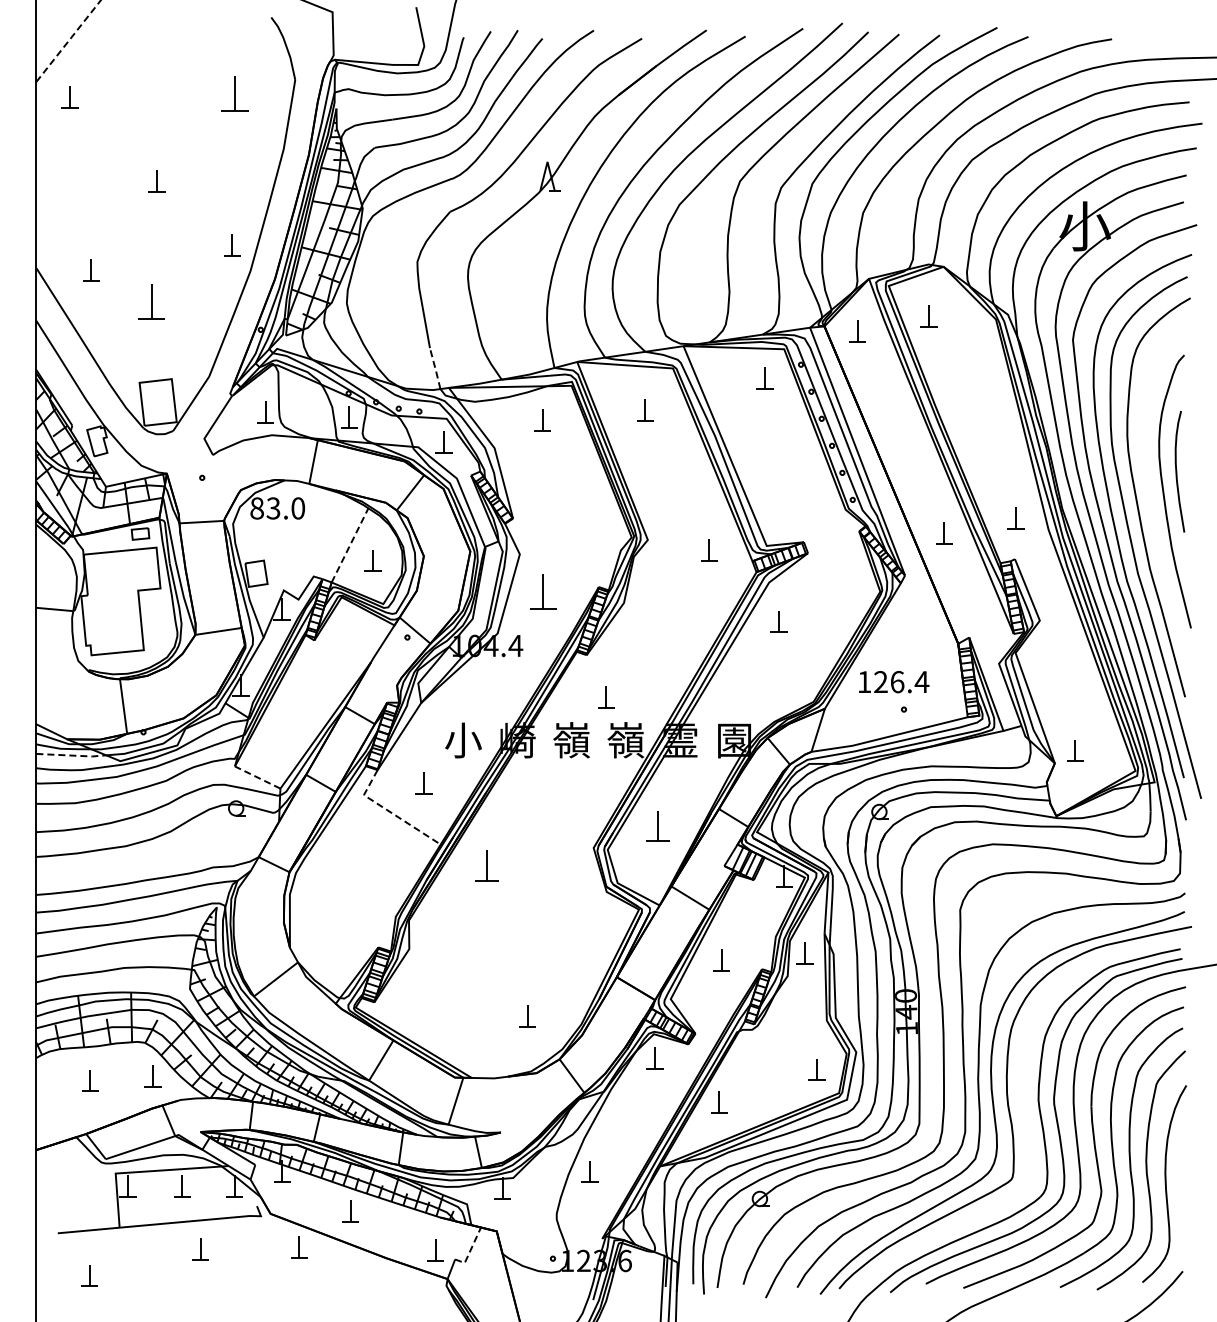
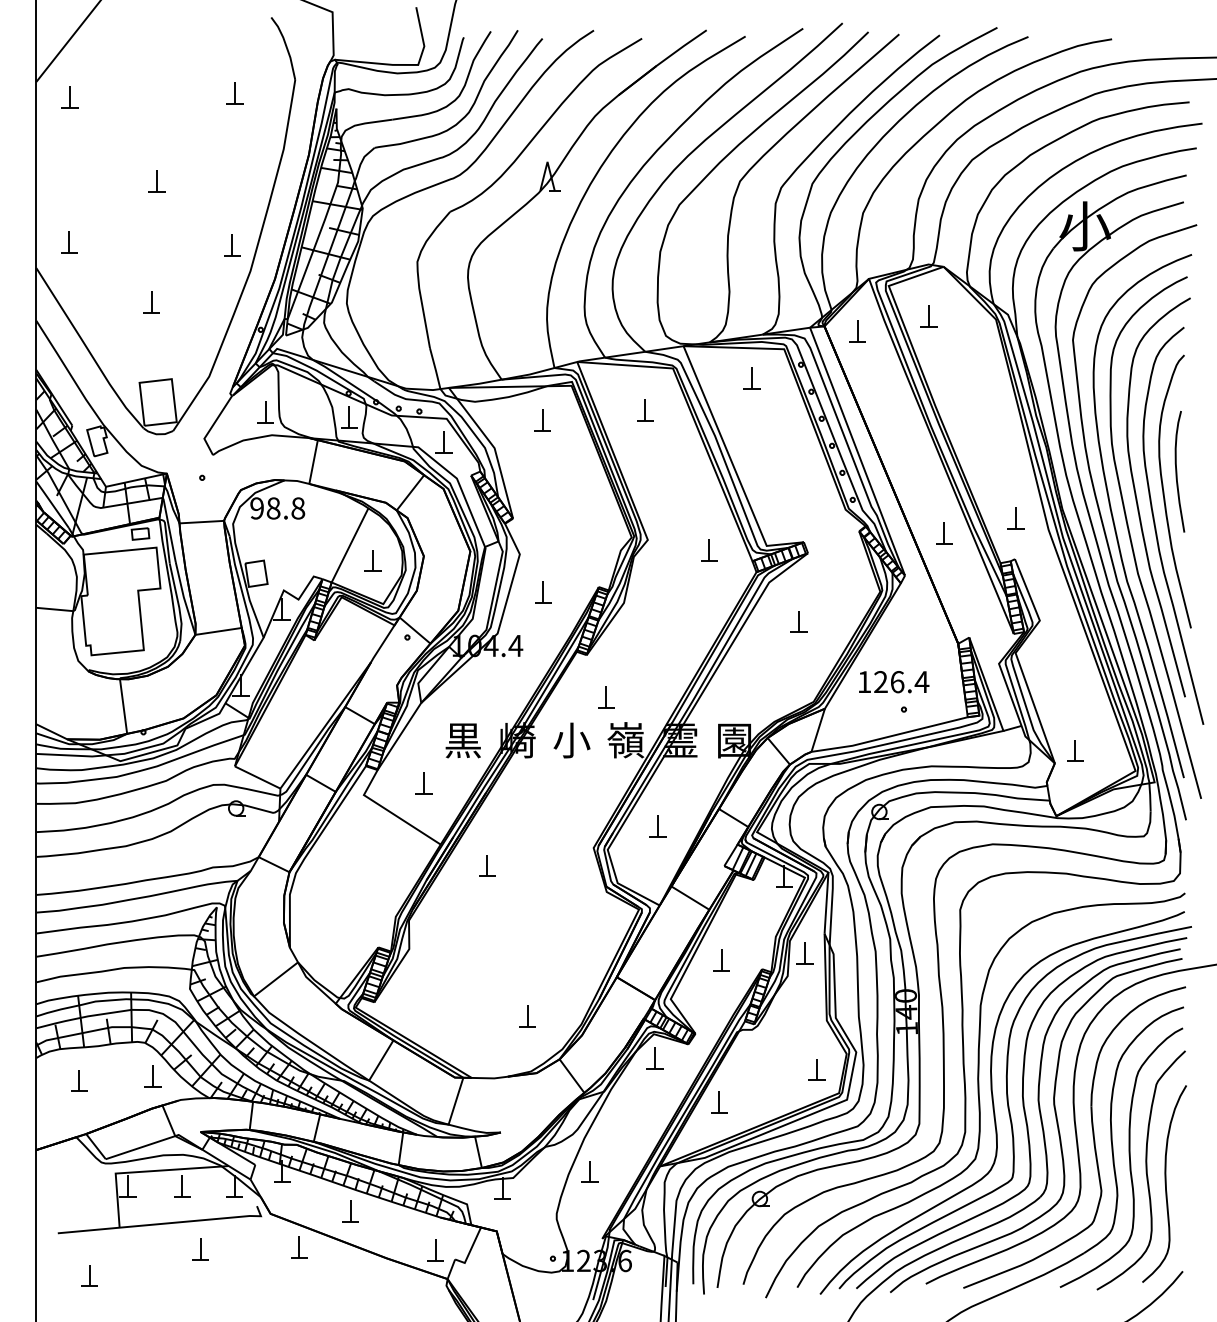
line at (68, 40): dashed -> solid
part at (234, 93) size: 28x36 px -> 18x23 px
part at (91, 270) position: (91, 270) -> (69, 242)
part at (151, 301) size: 27x36 px -> 17x23 px
line at (435, 368): dashed -> solid
part at (764, 378) position: (764, 378) -> (751, 378)
text at (277, 508): 83.0 -> 98.8
curve at (1156, 527): none -> present
line at (350, 544): dashed -> solid
part at (543, 591) size: 27x36 px -> 17x23 px
part at (778, 621) position: (778, 621) -> (798, 621)
text at (463, 740): 小 -> 黒
text at (571, 740): 嶺 -> 小
line at (72, 755): dashed -> solid
line at (257, 777): dashed -> solid
line at (389, 811): dashed -> solid
part at (657, 826) size: 24x31 px -> 18x23 px
part at (486, 865) size: 24x32 px -> 17x22 px
part at (90, 1080) position: (90, 1080) -> (79, 1080)
curve at (1023, 1112): none -> present
line at (470, 1250): dashed -> solid
